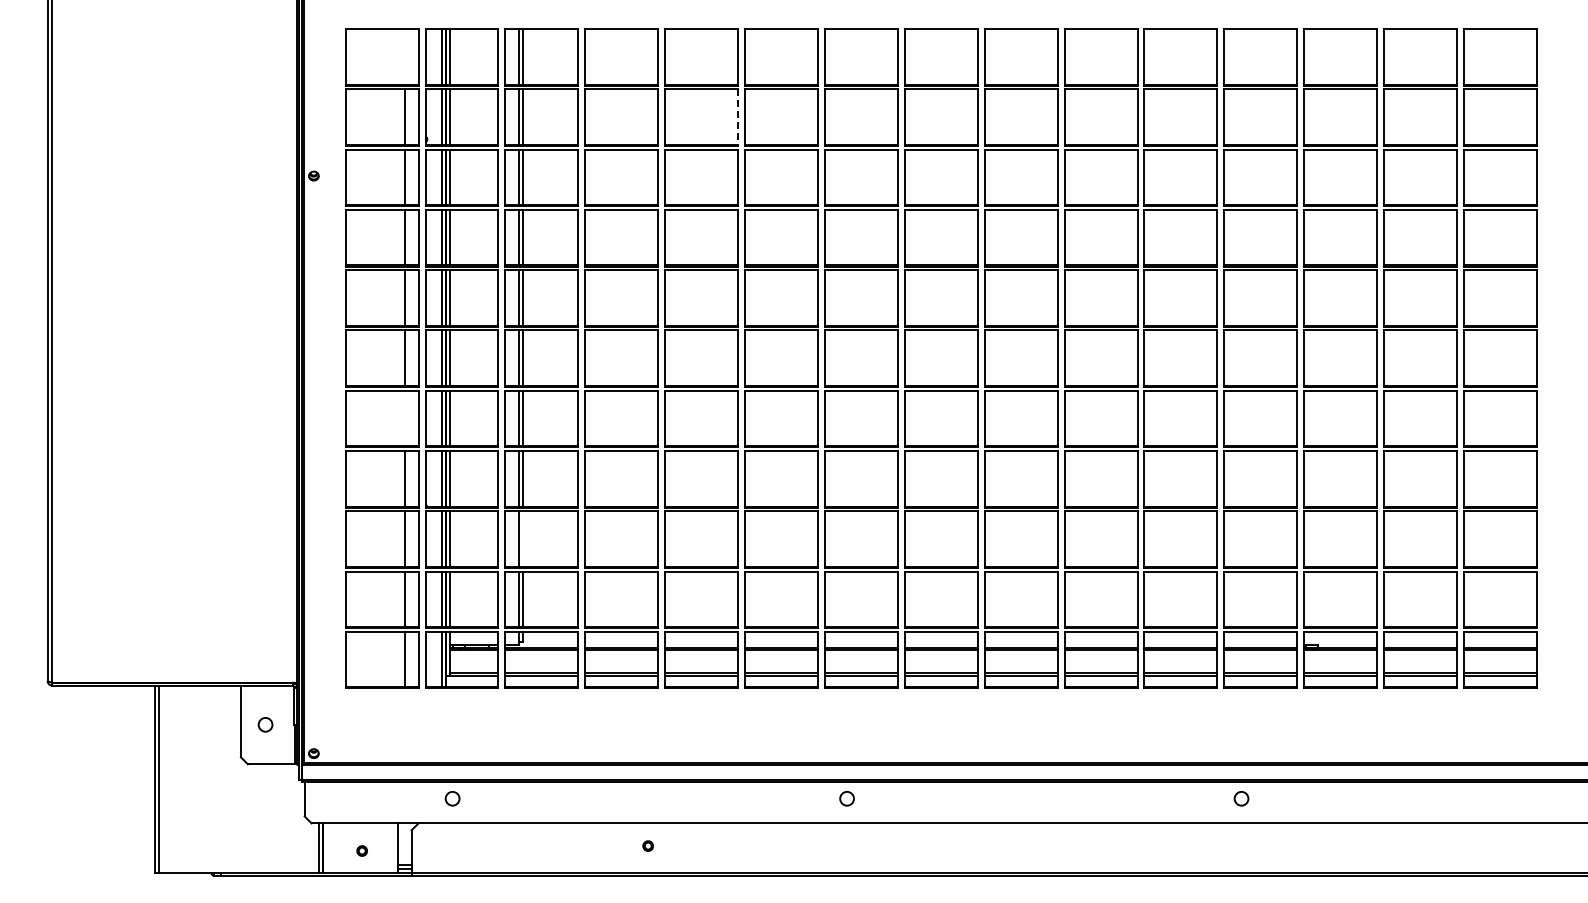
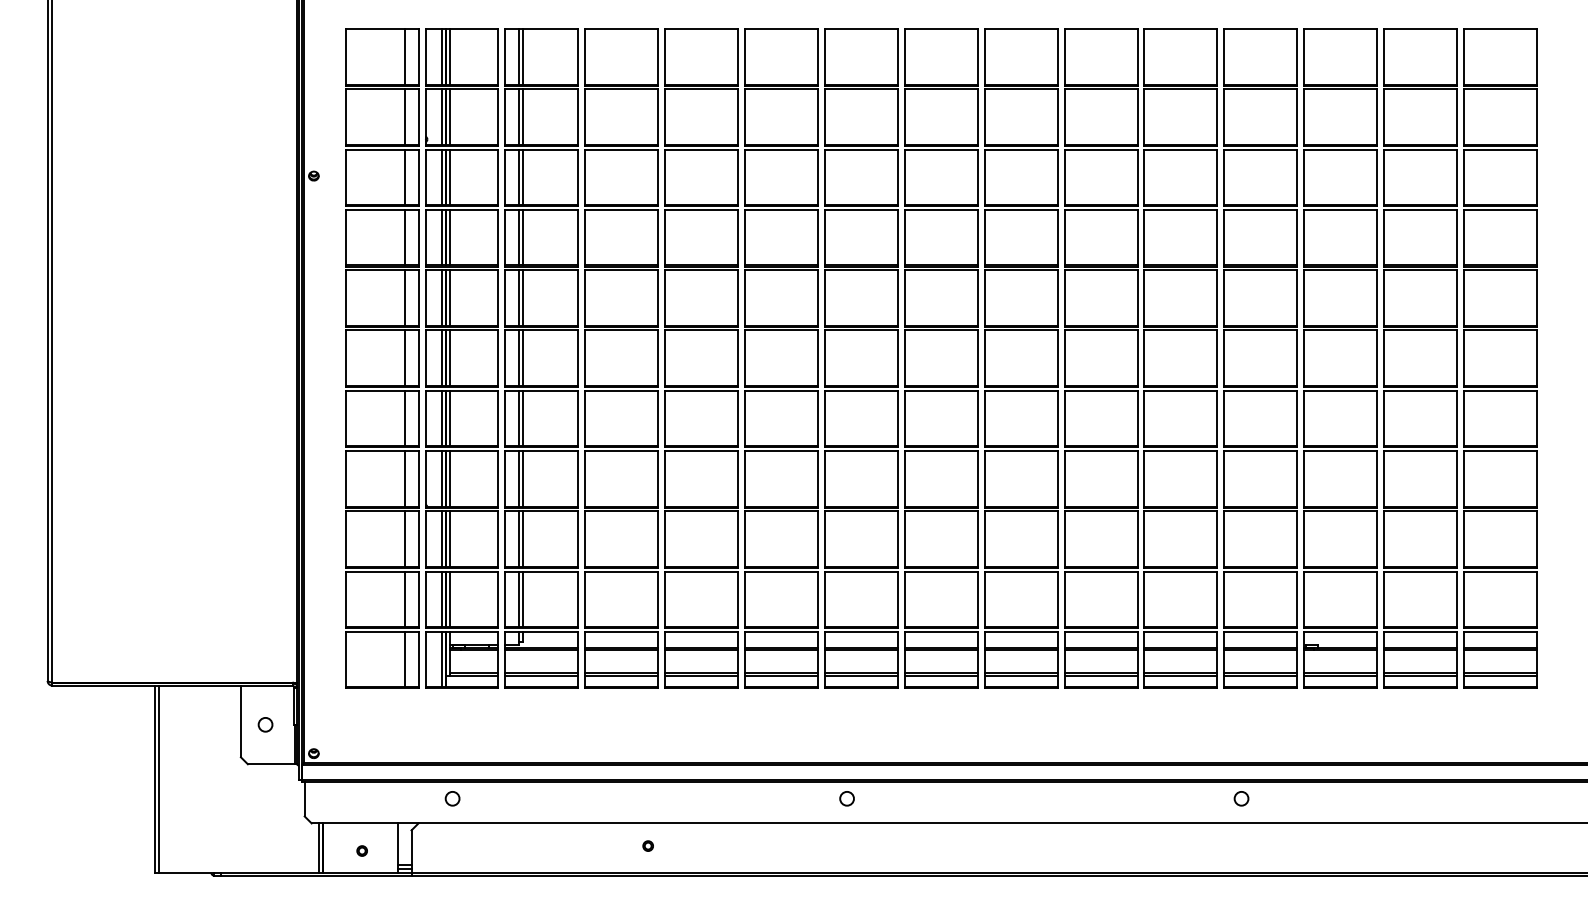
line at (404, 56): none -> present
line at (738, 118): dashed -> solid
line at (404, 418): none -> present
line at (522, 538): none -> present
